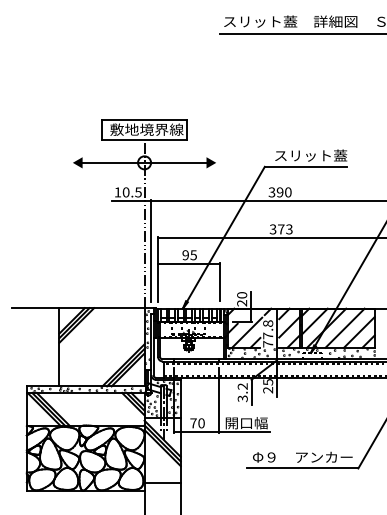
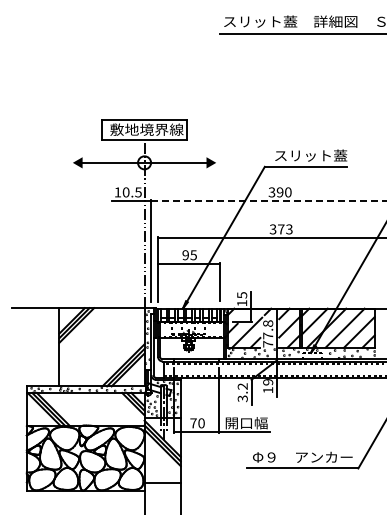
line at (269, 201): solid -> dashed
text at (242, 299): 20 -> 15
text at (268, 386): 25 -> 19
